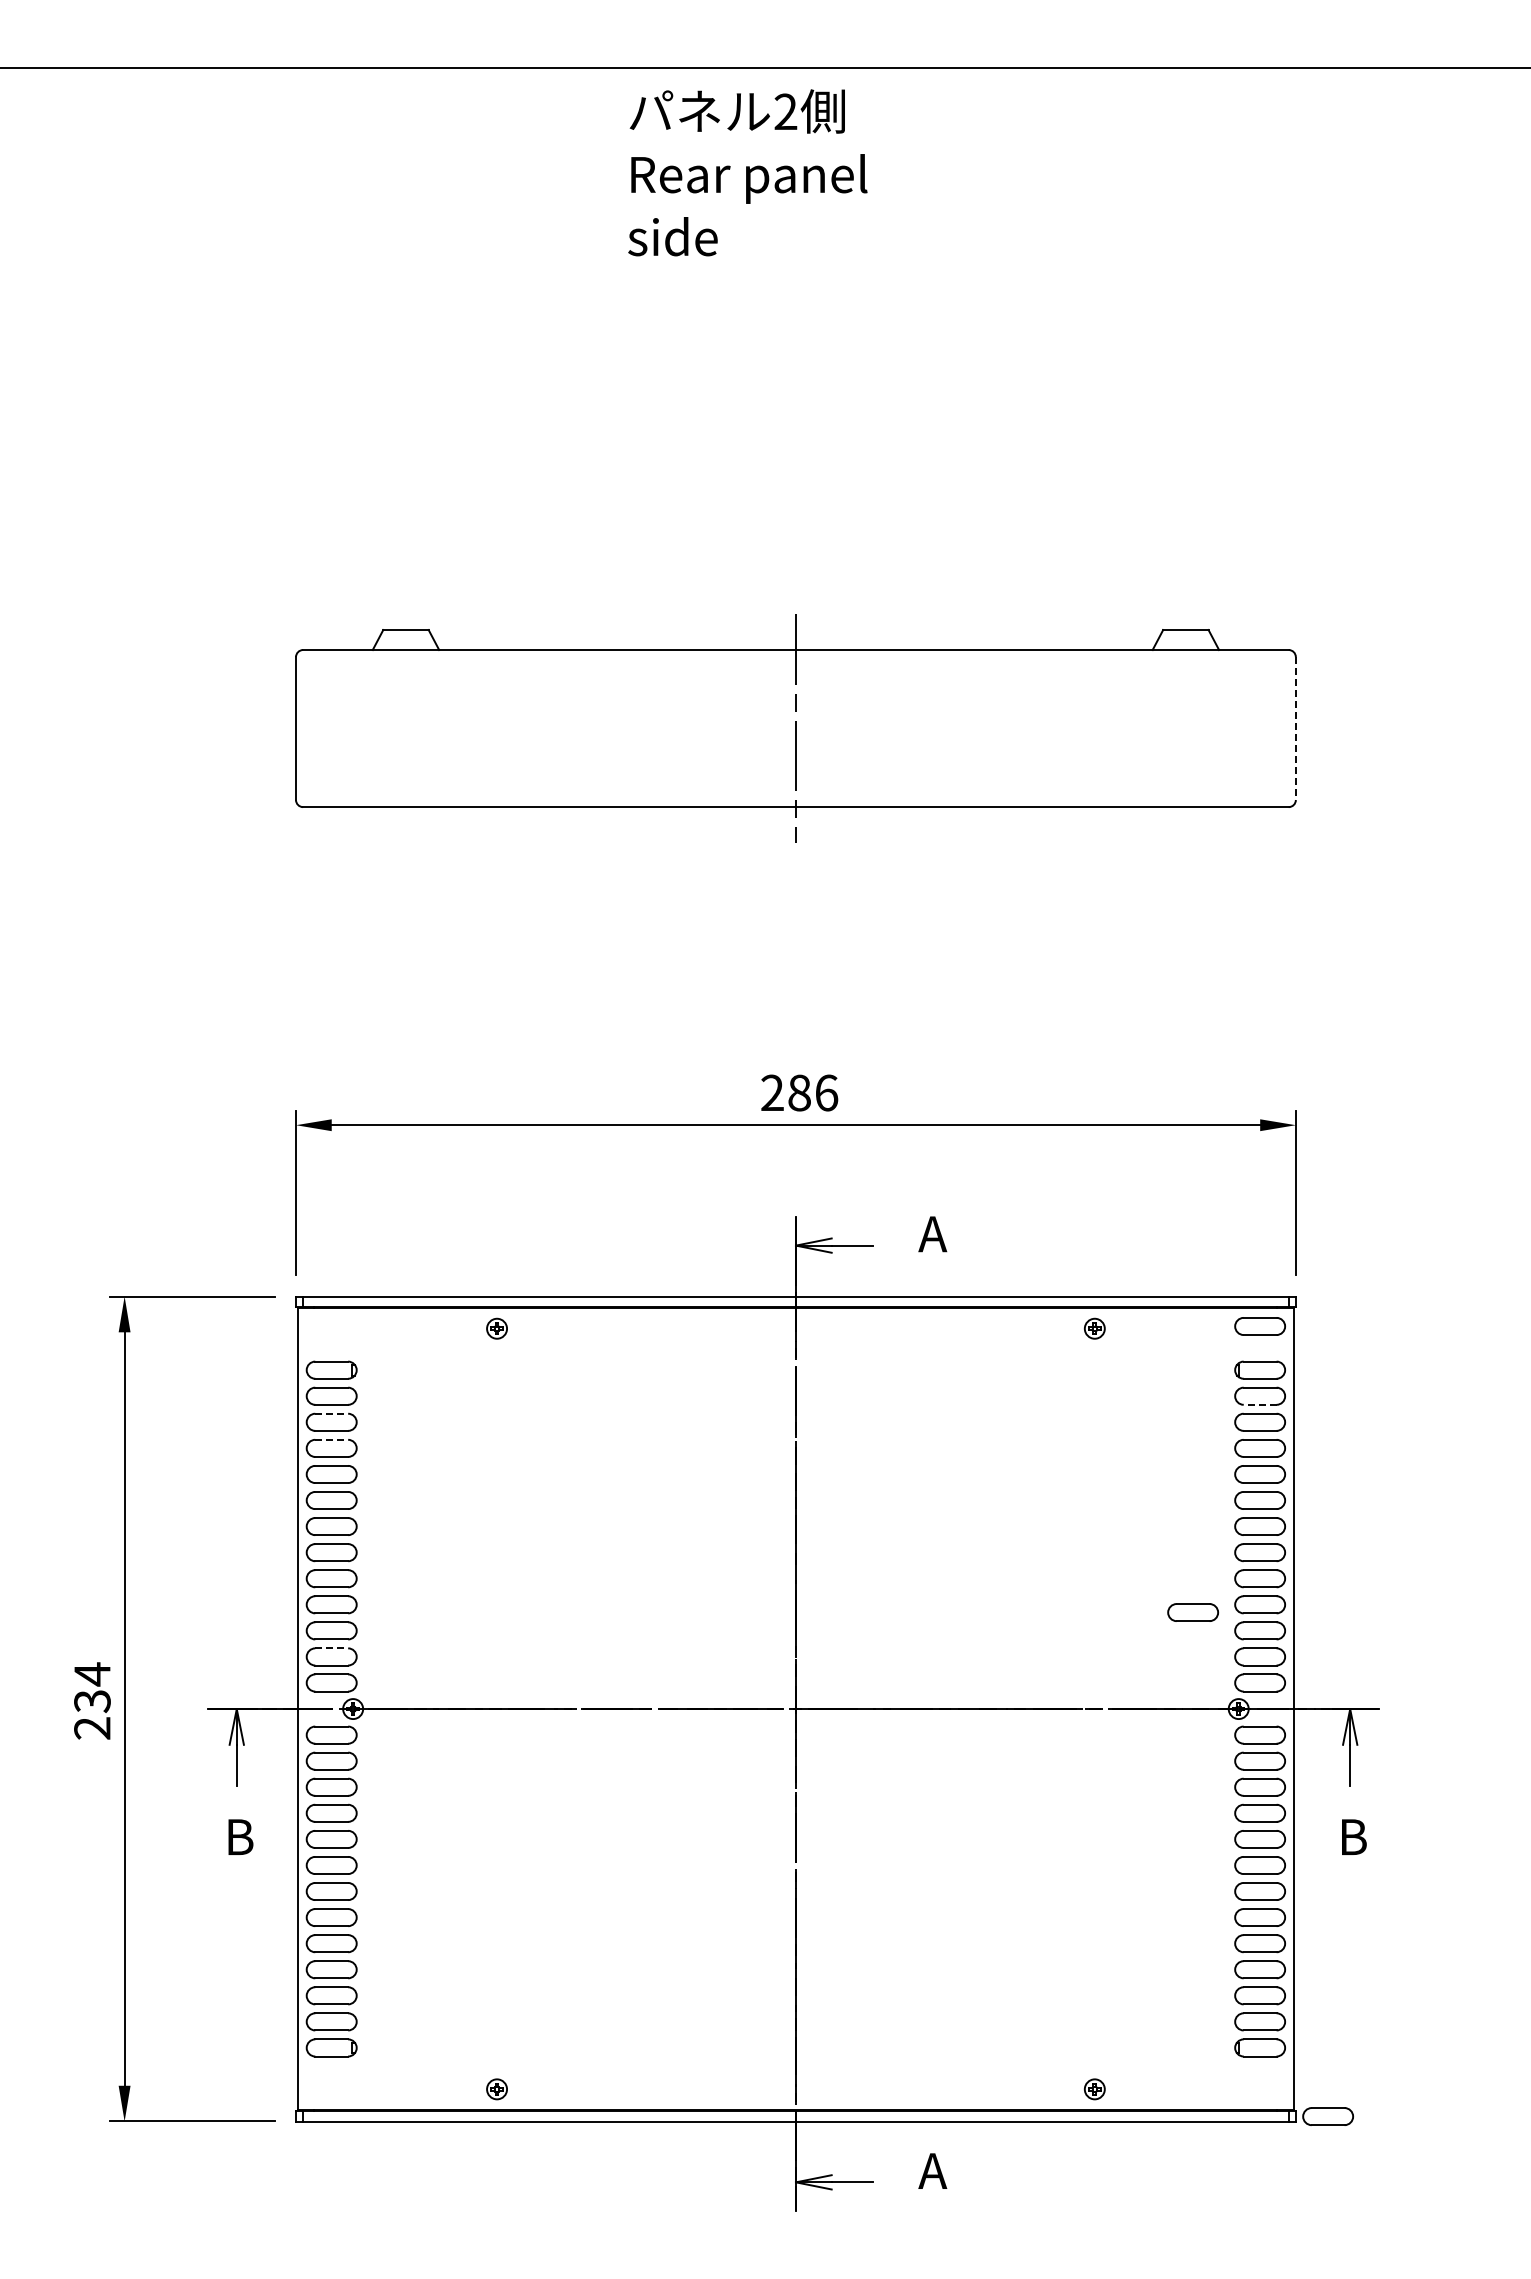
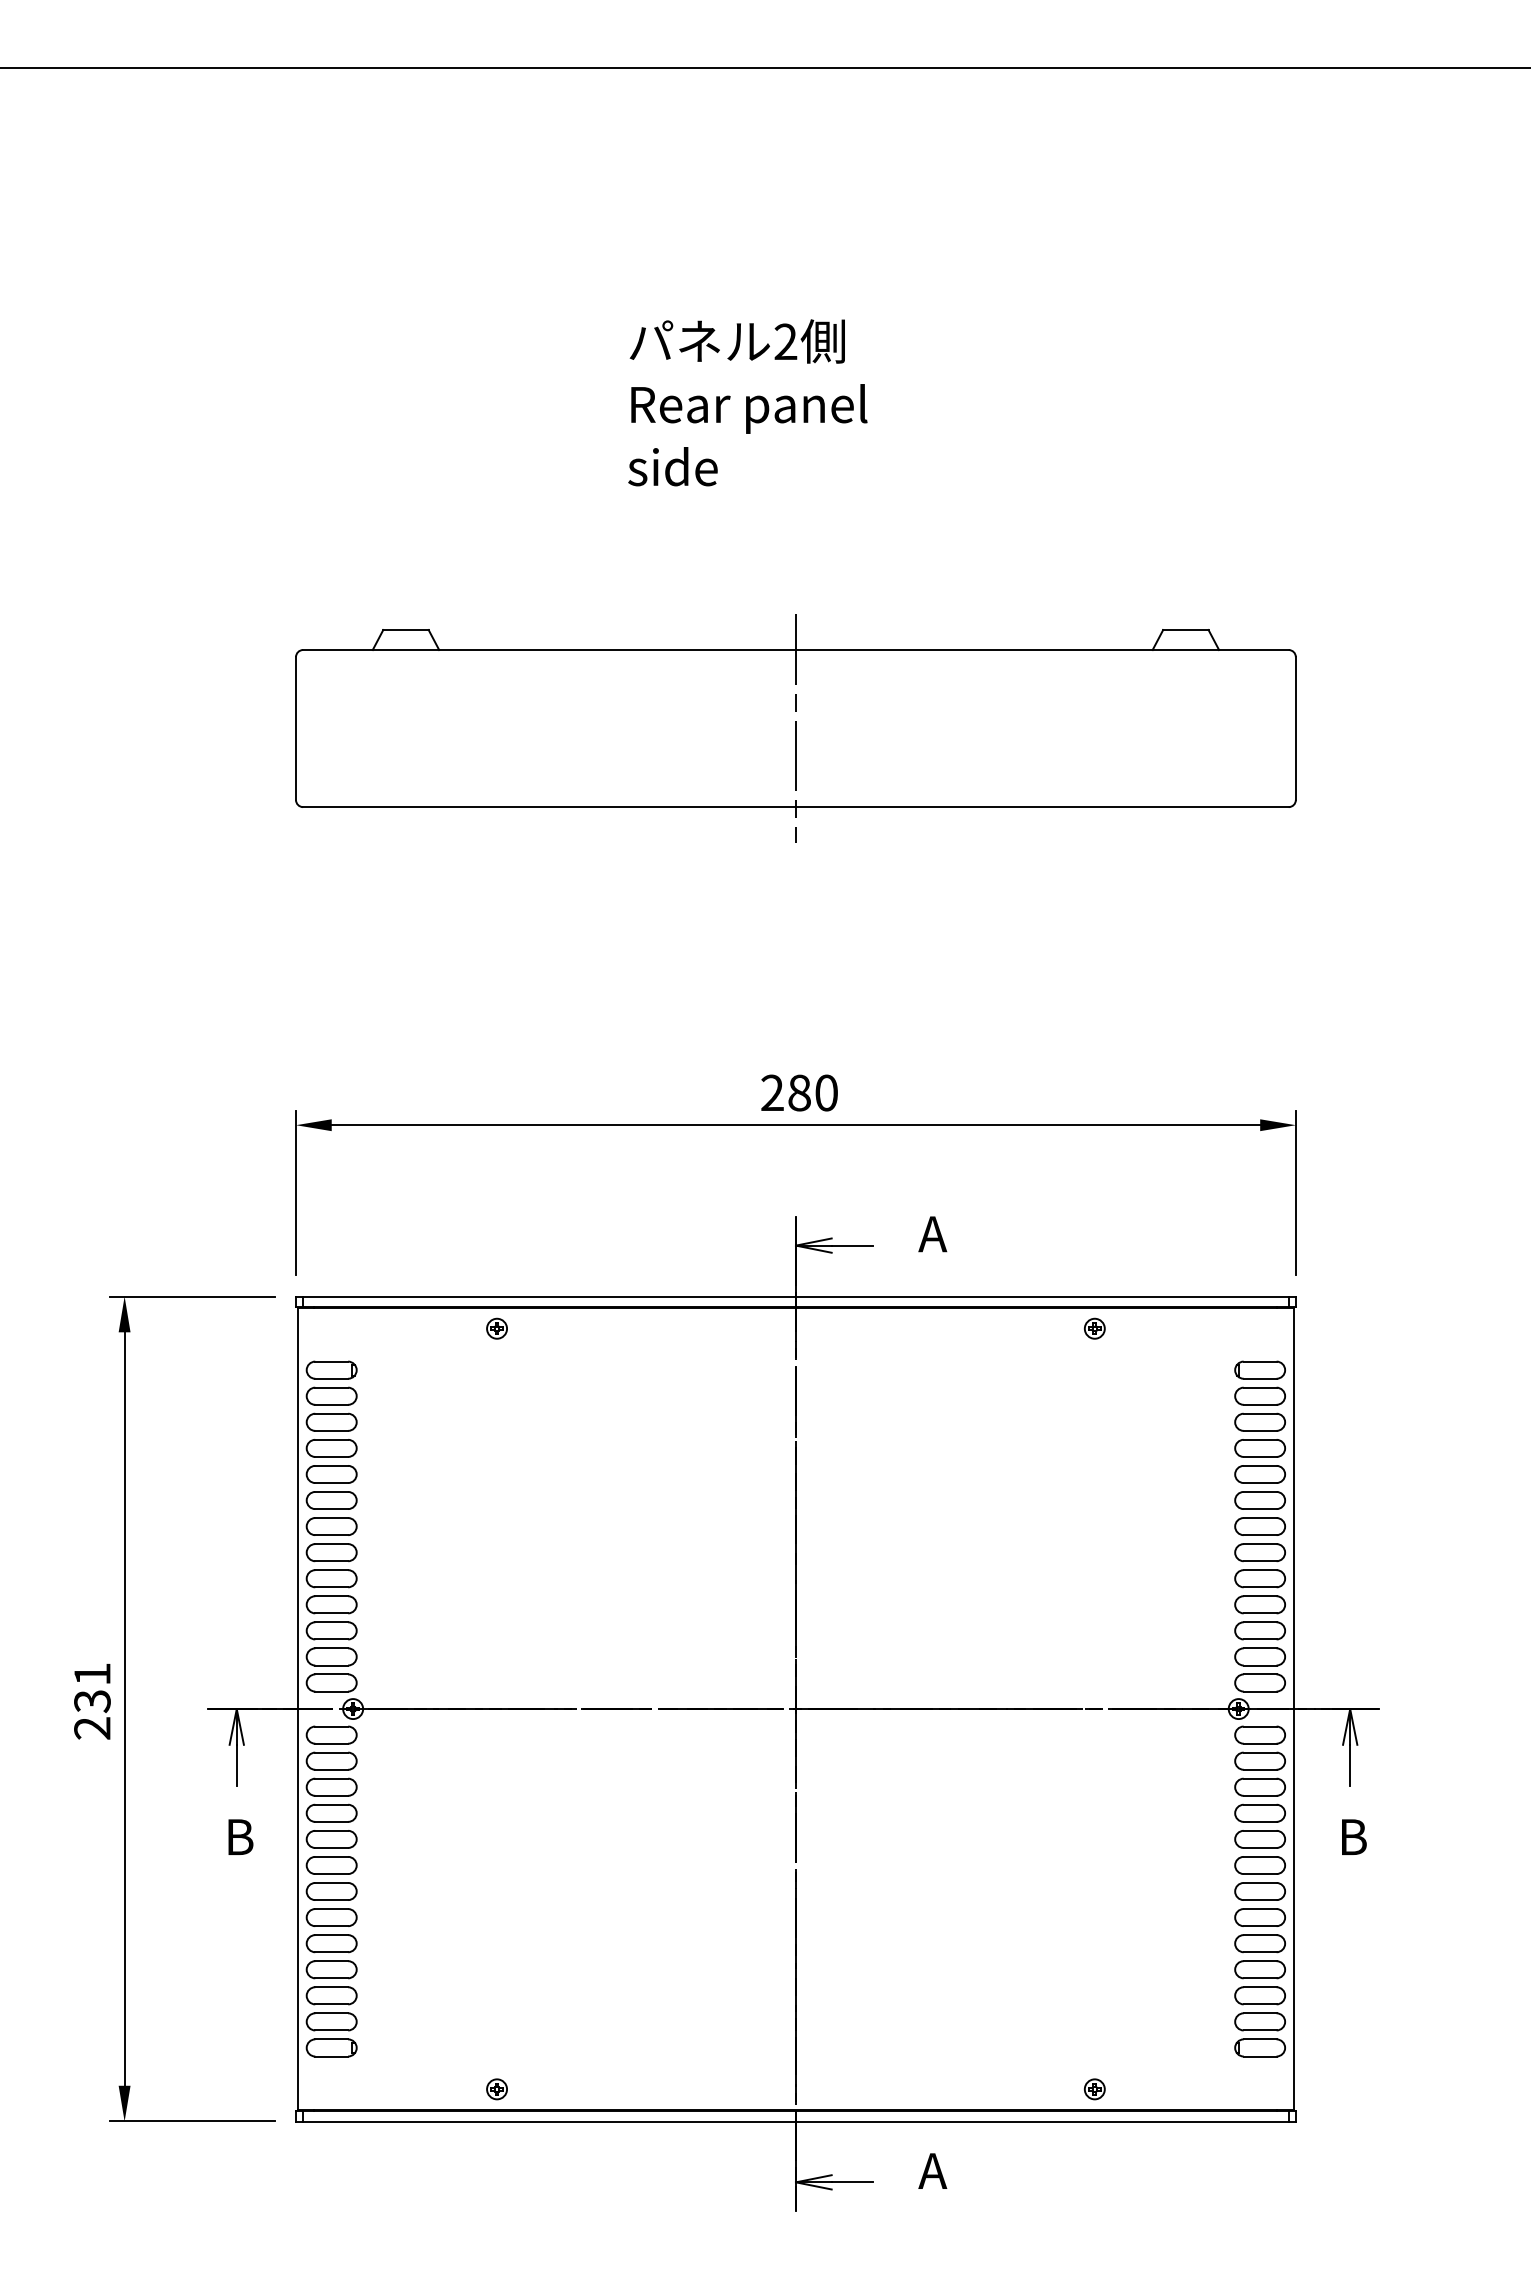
text at (747, 172) position: (747, 172) -> (747, 402)
line at (1295, 729): dashed -> solid
text at (826, 1092): 286 -> 280
part at (1259, 1326): present -> none
line at (1259, 1404): dashed -> solid
line at (332, 1413): dashed -> solid
line at (332, 1439): dashed -> solid
part at (1192, 1612): present -> none
line at (332, 1648): dashed -> solid
text at (92, 1674): 234 -> 231
part at (1327, 2116): present -> none
